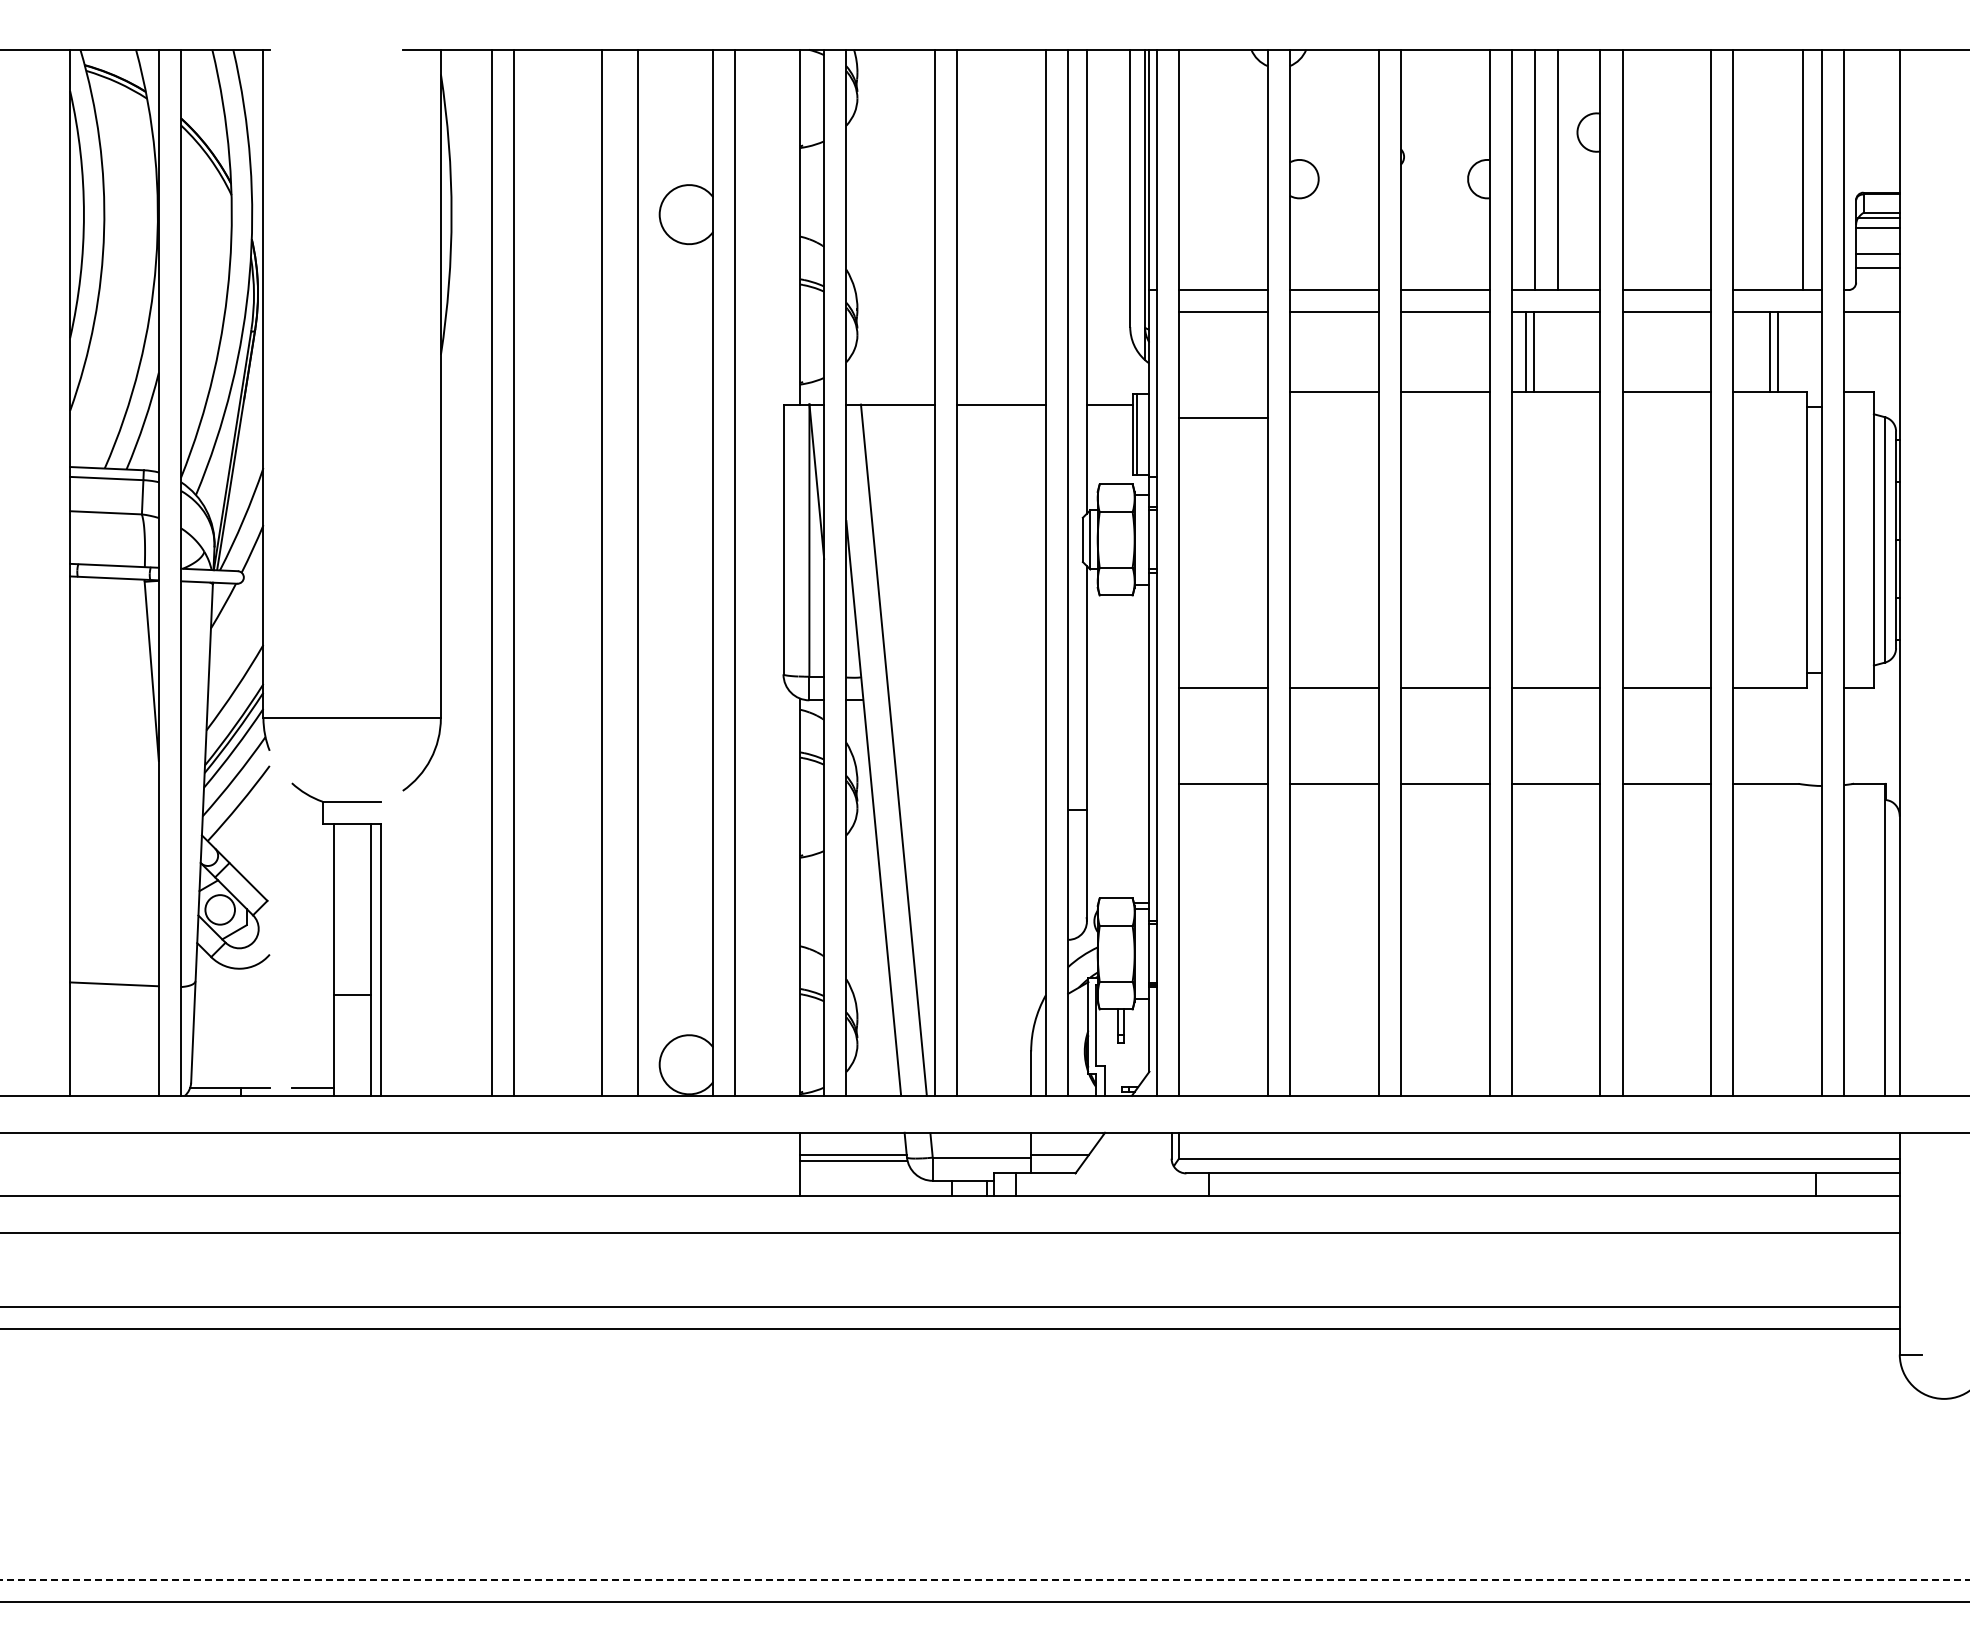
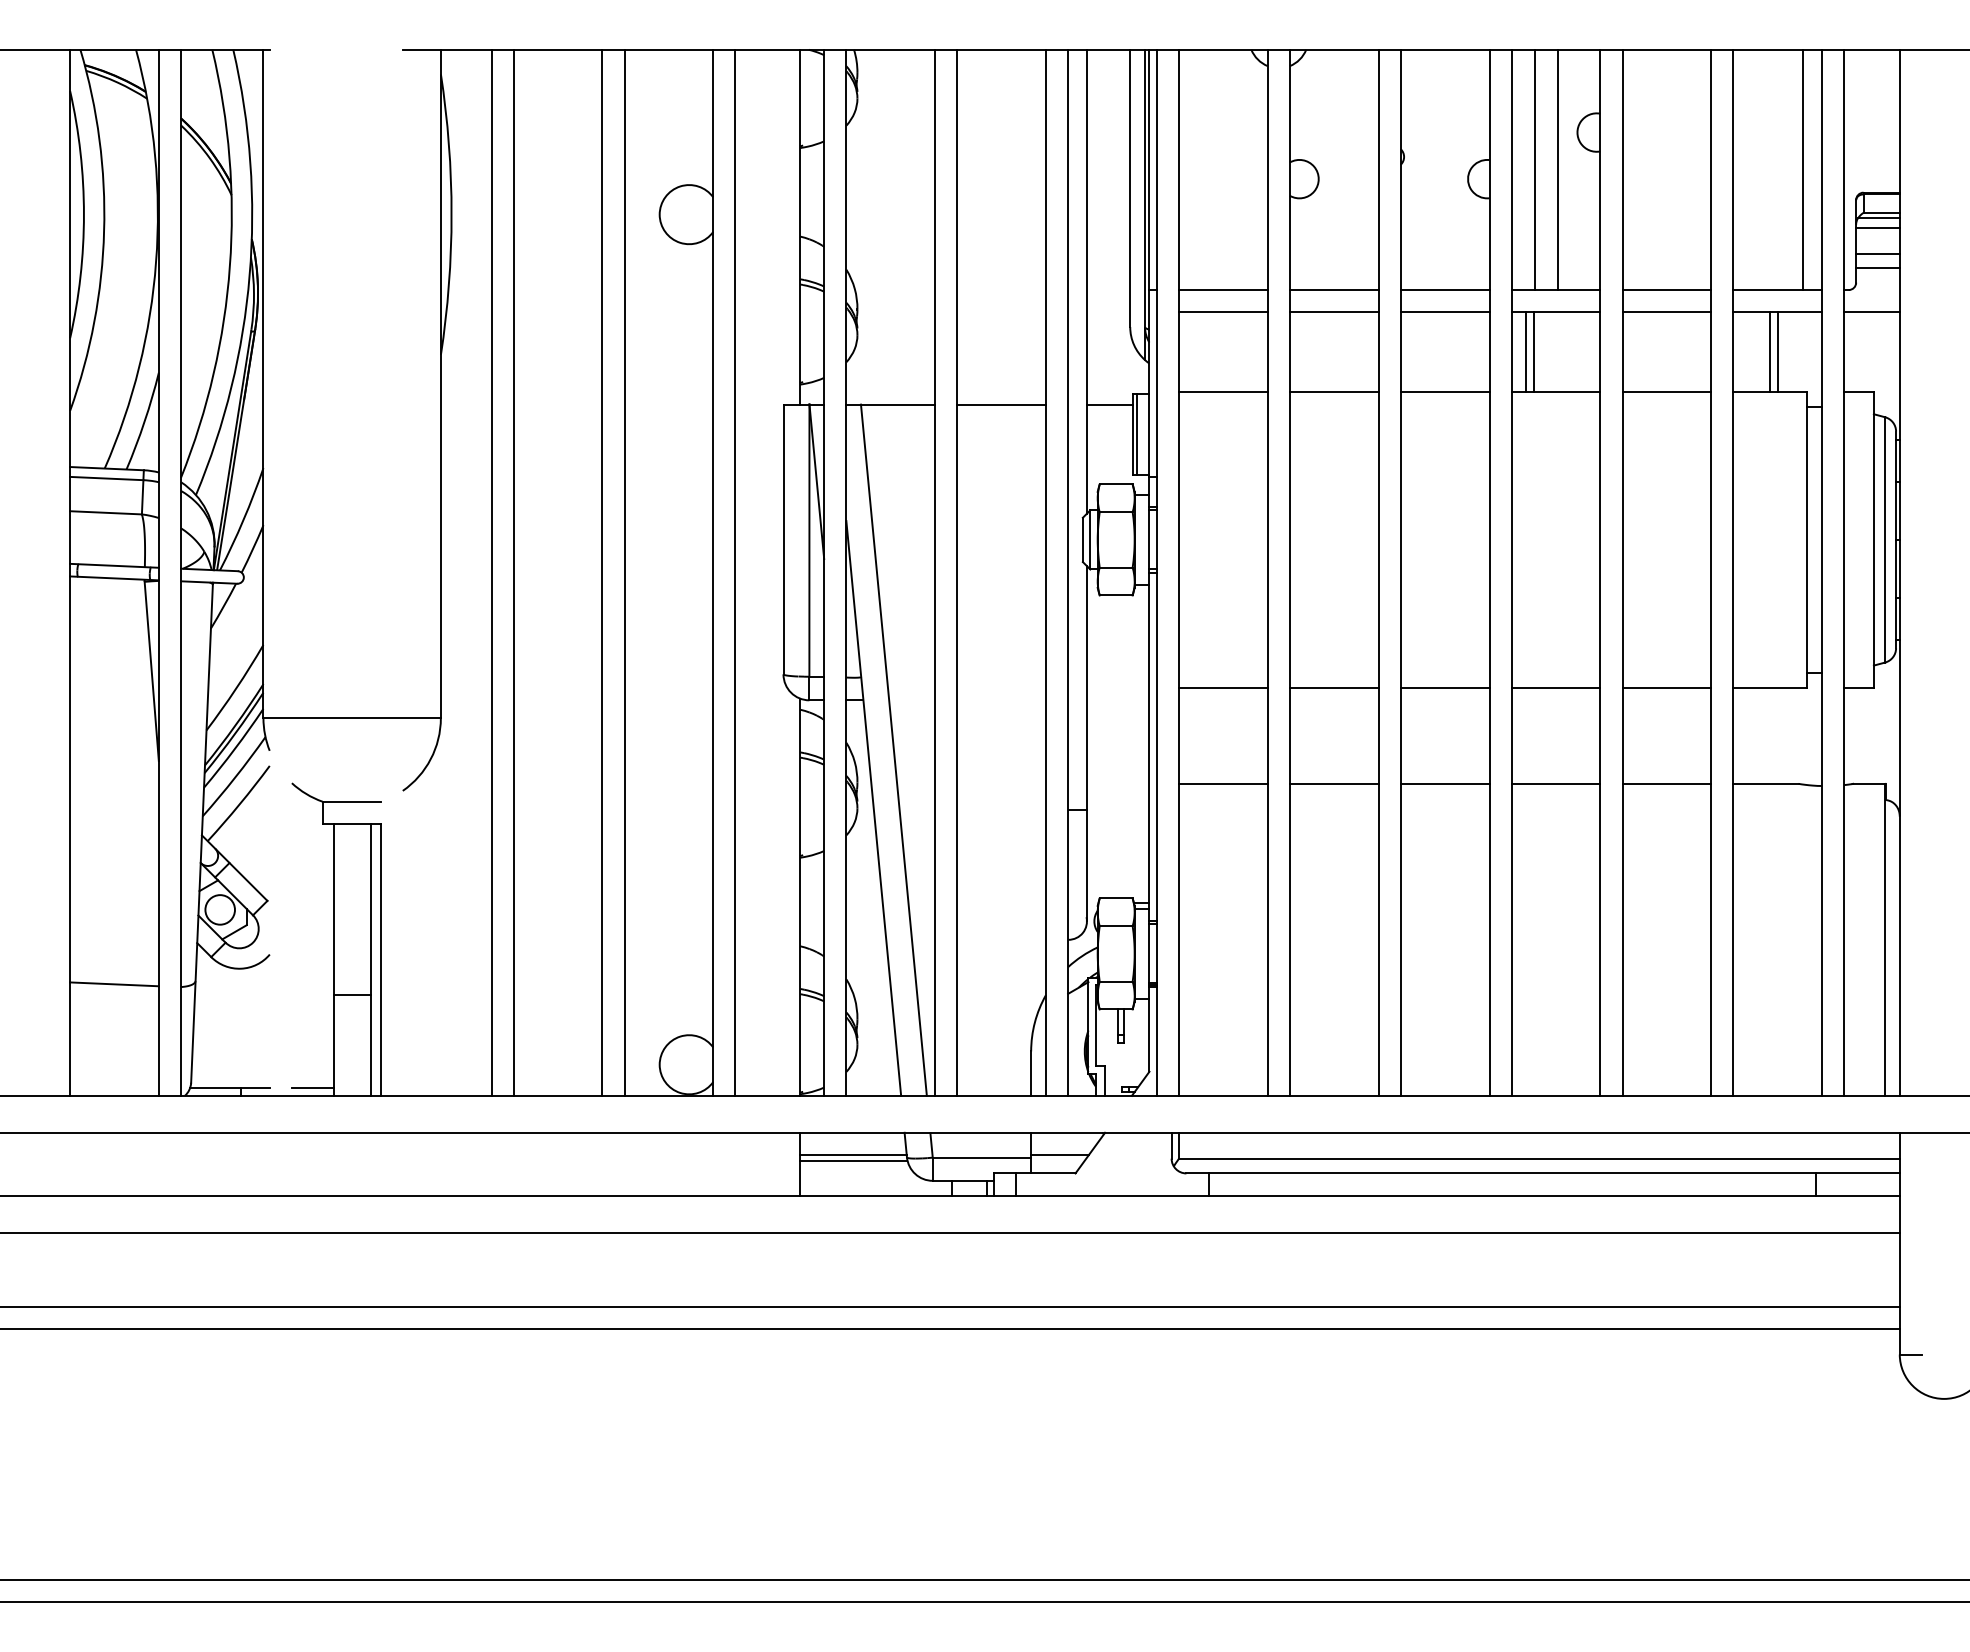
line at (1223, 418) position: (1223, 418) -> (1223, 392)
line at (637, 572) position: (637, 572) -> (624, 572)
line at (985, 1580): dashed -> solid
